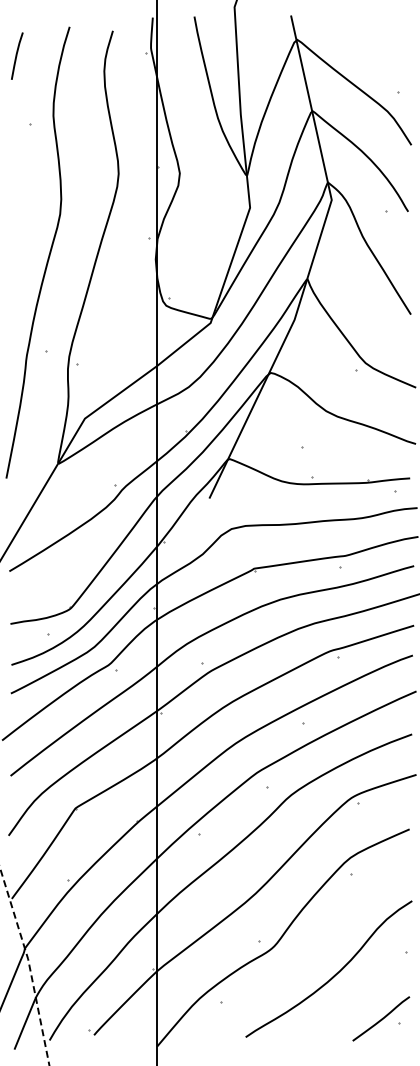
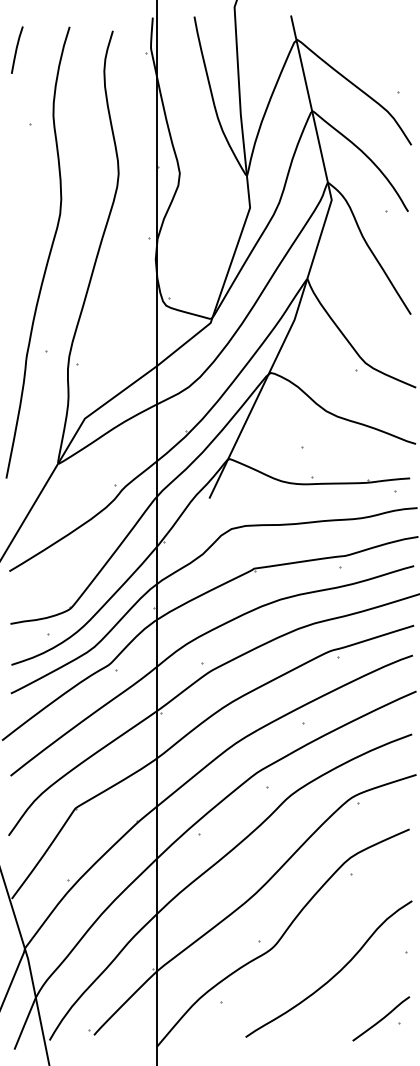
line at (17, 55) position: (17, 55) -> (17, 49)
line at (29, 964): dashed -> solid
